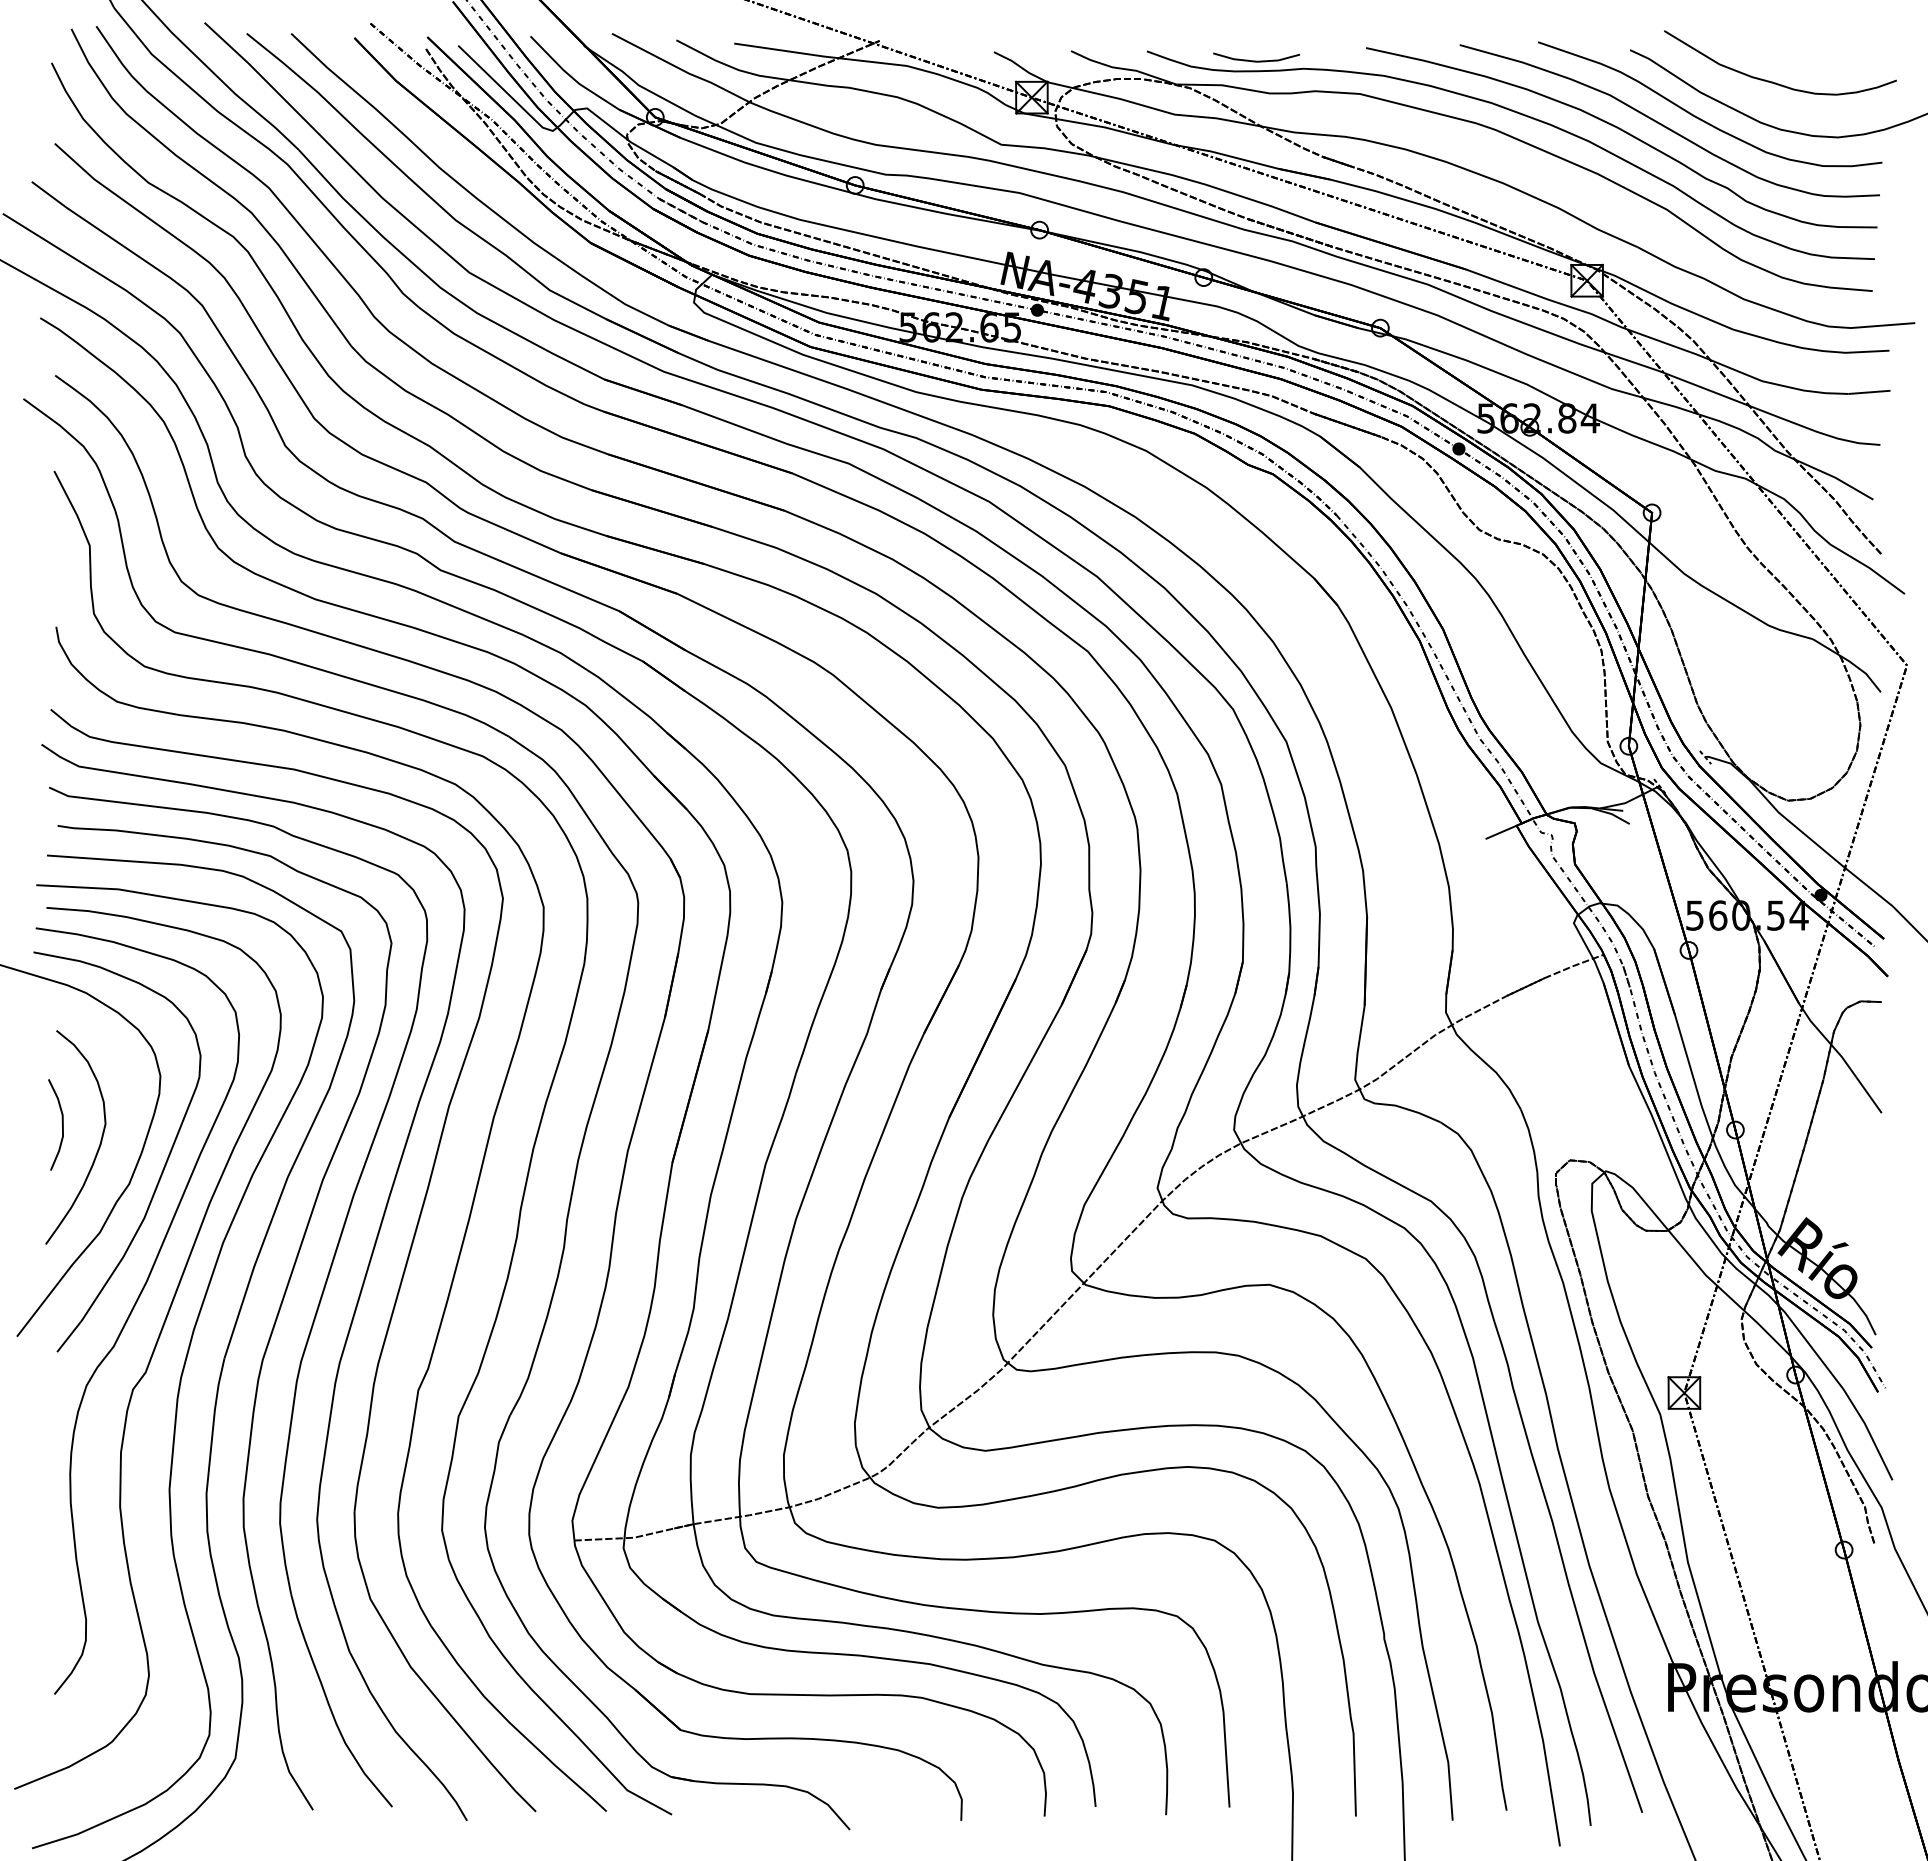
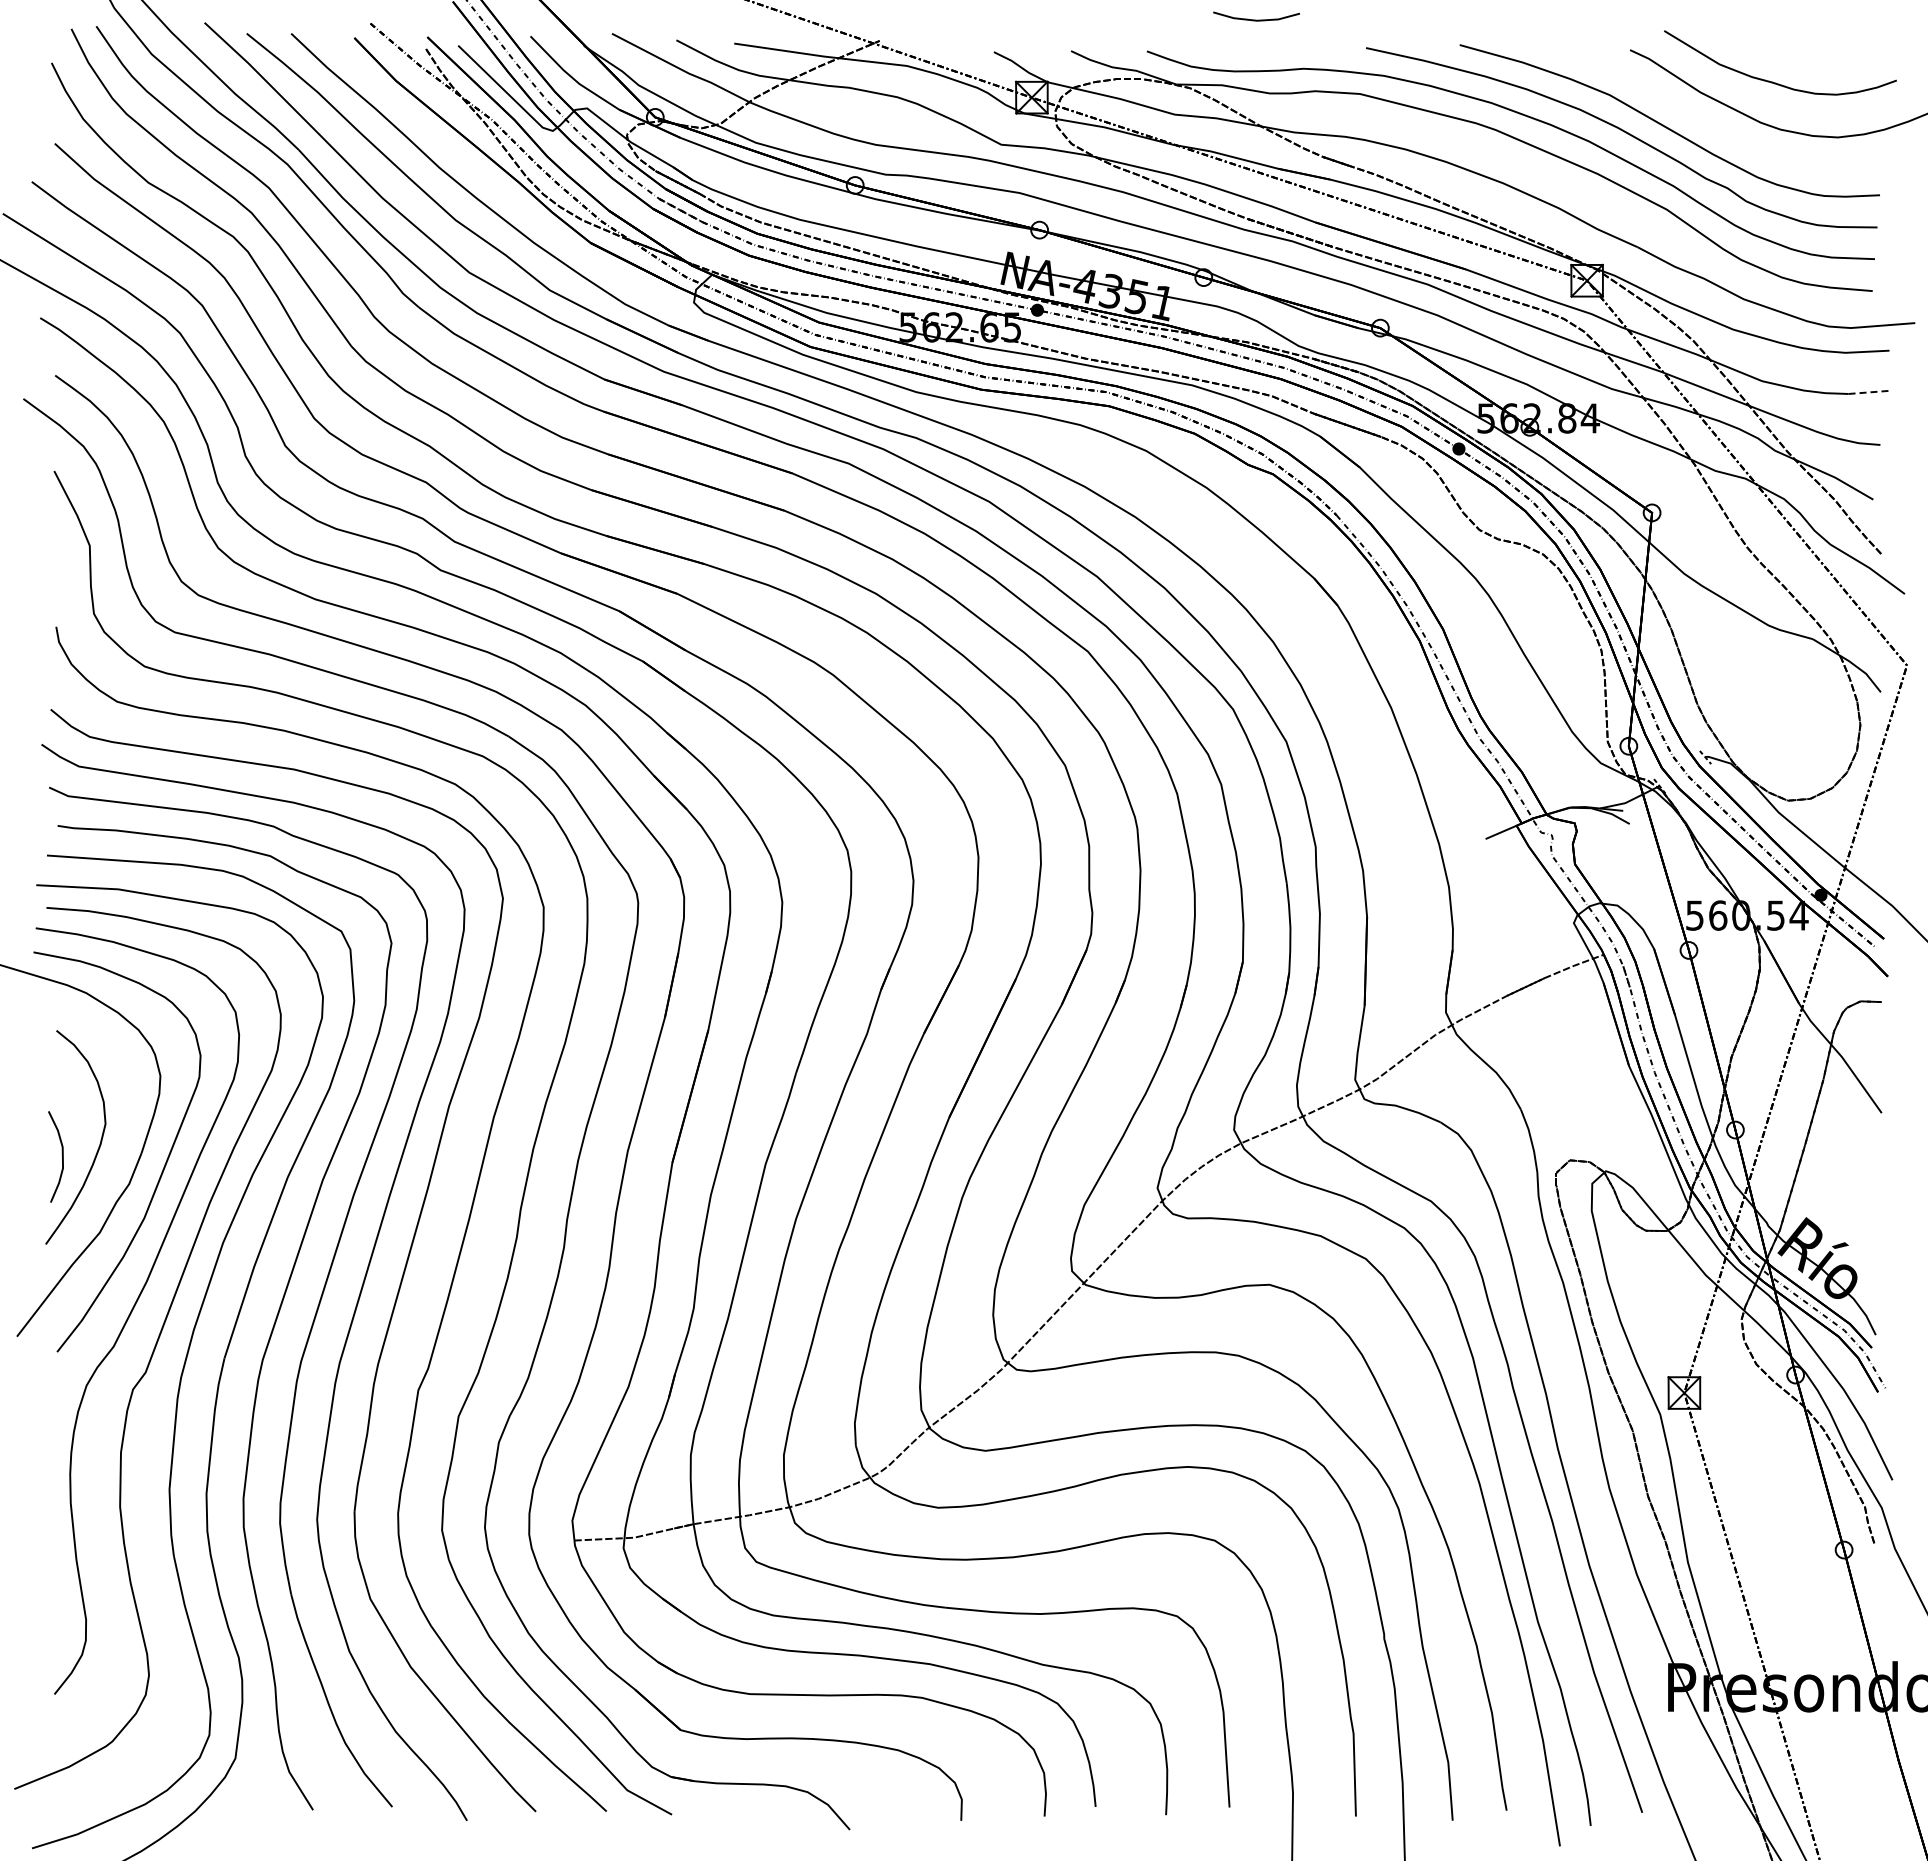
line at (1256, 60) position: (1256, 60) -> (1256, 19)
curve at (1702, 119): present -> none
line at (1870, 392): solid -> dashed
curve at (61, 1122) position: (61, 1122) -> (61, 1154)
